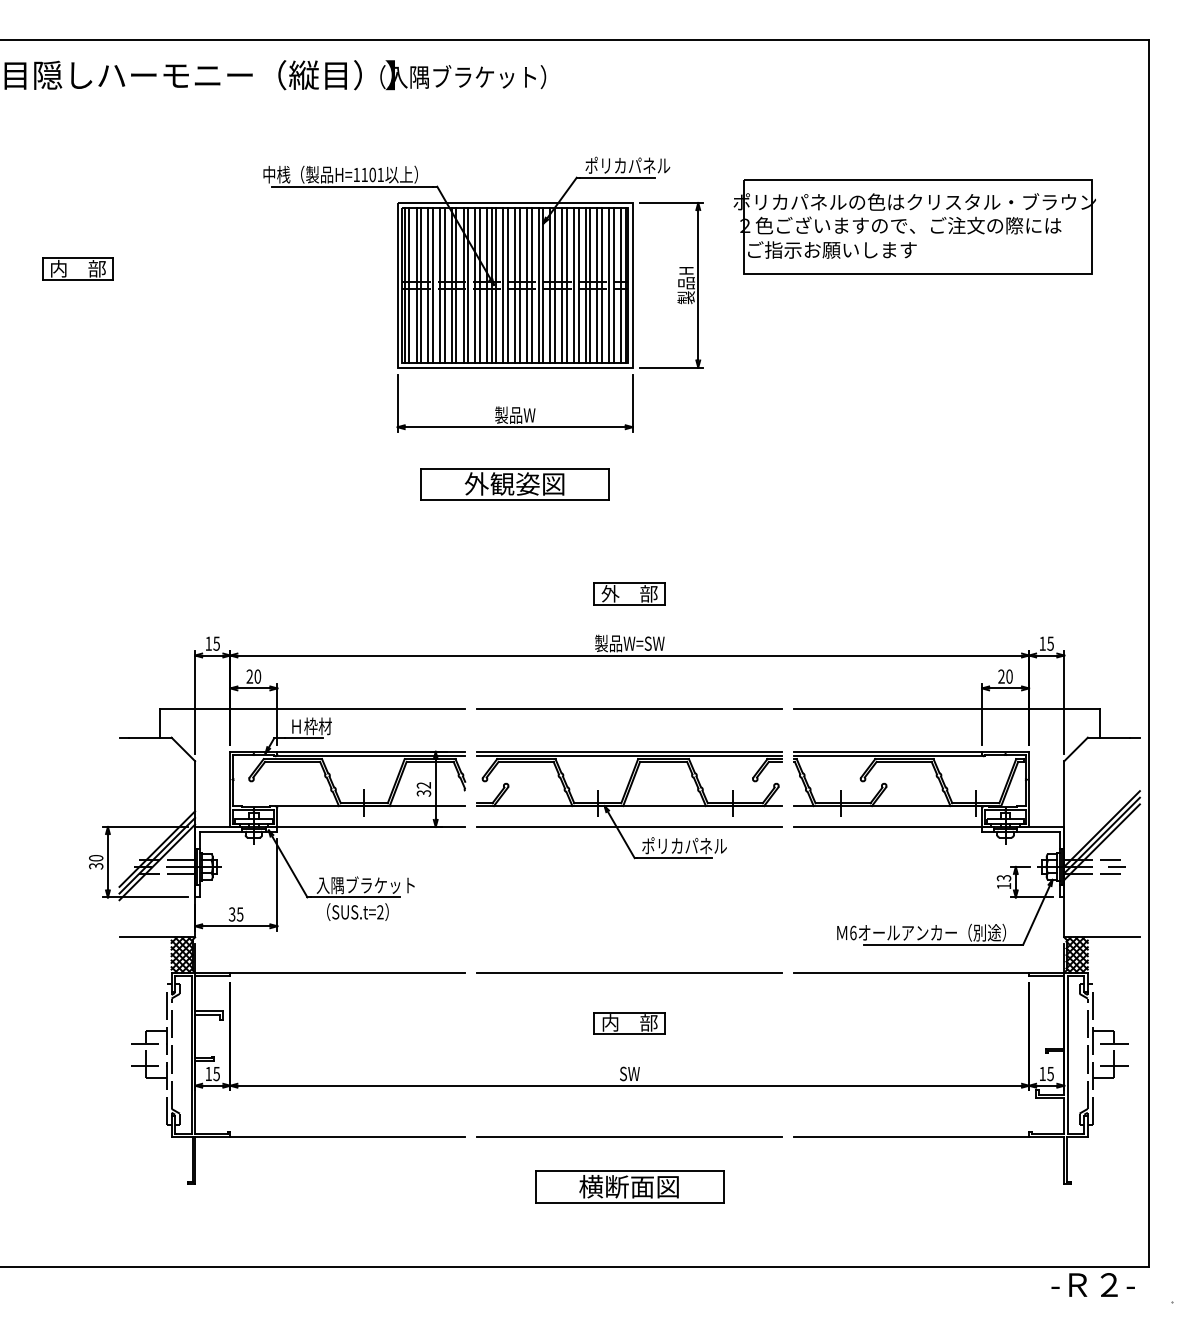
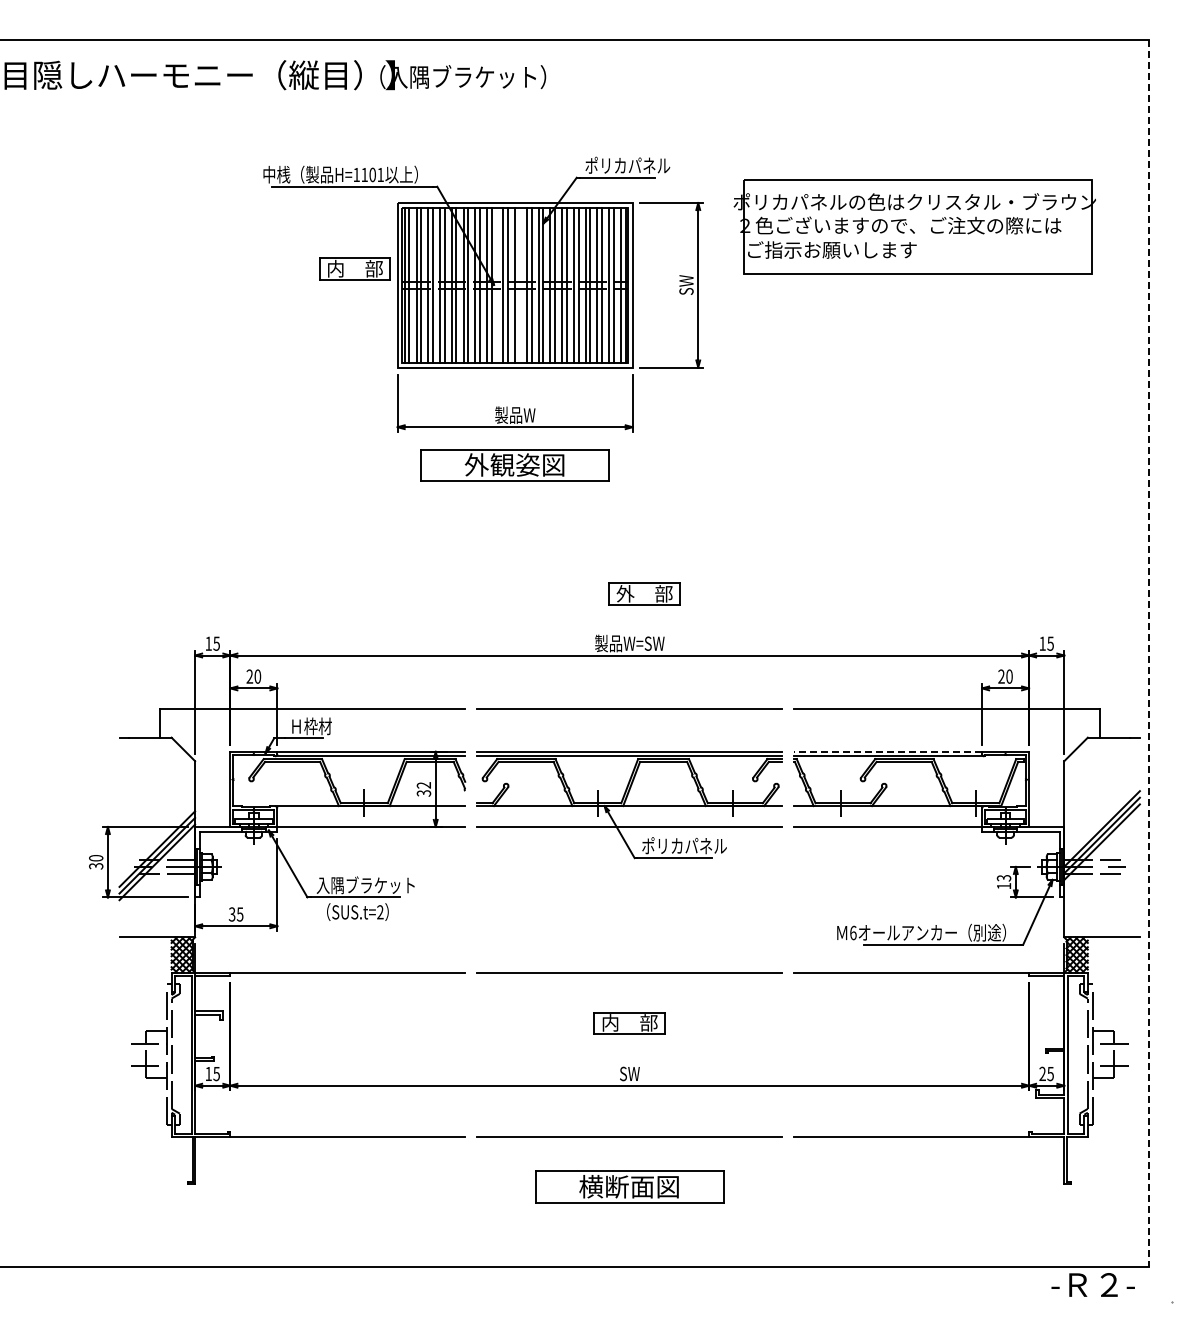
part at (77, 268) position: (77, 268) -> (354, 268)
line at (496, 284): present -> none
line at (519, 284): present -> none
text at (685, 285): 製品H -> SW
part at (514, 484) position: (514, 484) -> (514, 465)
part at (629, 593) position: (629, 593) -> (644, 593)
line at (1148, 654): solid -> dashed
line at (888, 751): solid -> dashed
text at (1042, 1073): 15 -> 25
